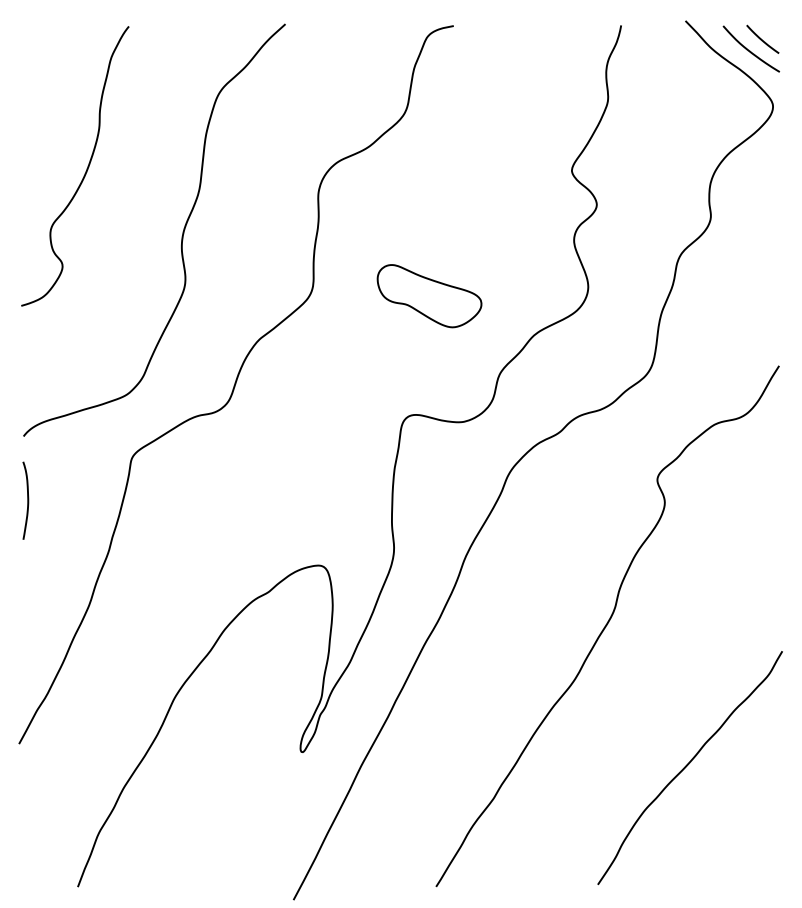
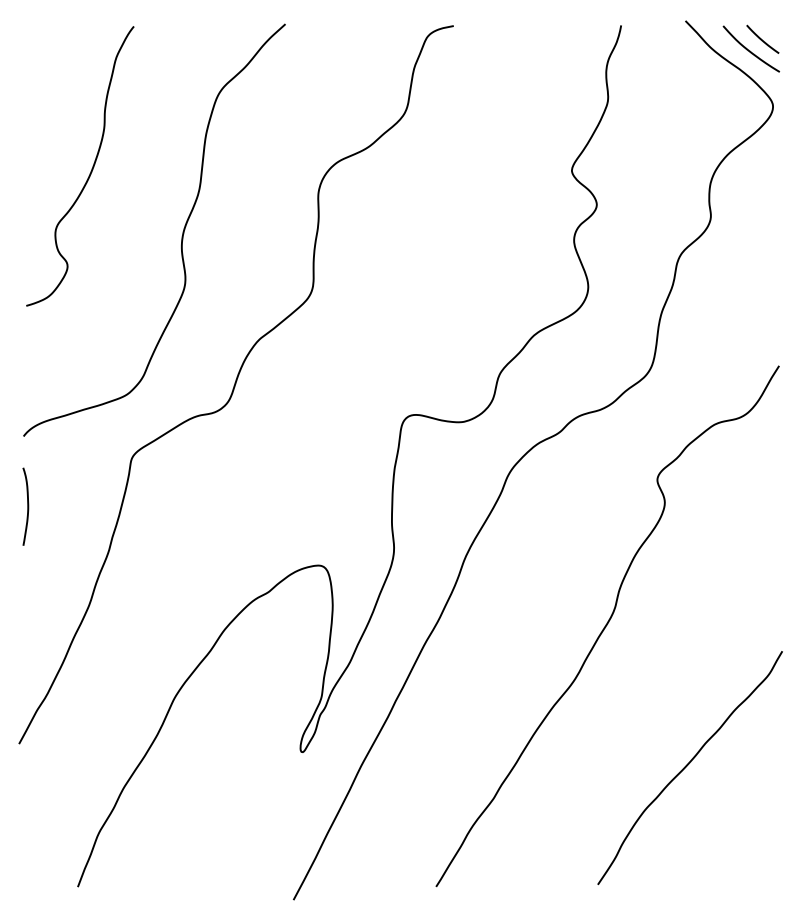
curve at (86, 168) position: (86, 168) -> (91, 168)
part at (429, 296): present -> none
curve at (27, 500) position: (27, 500) -> (27, 506)
